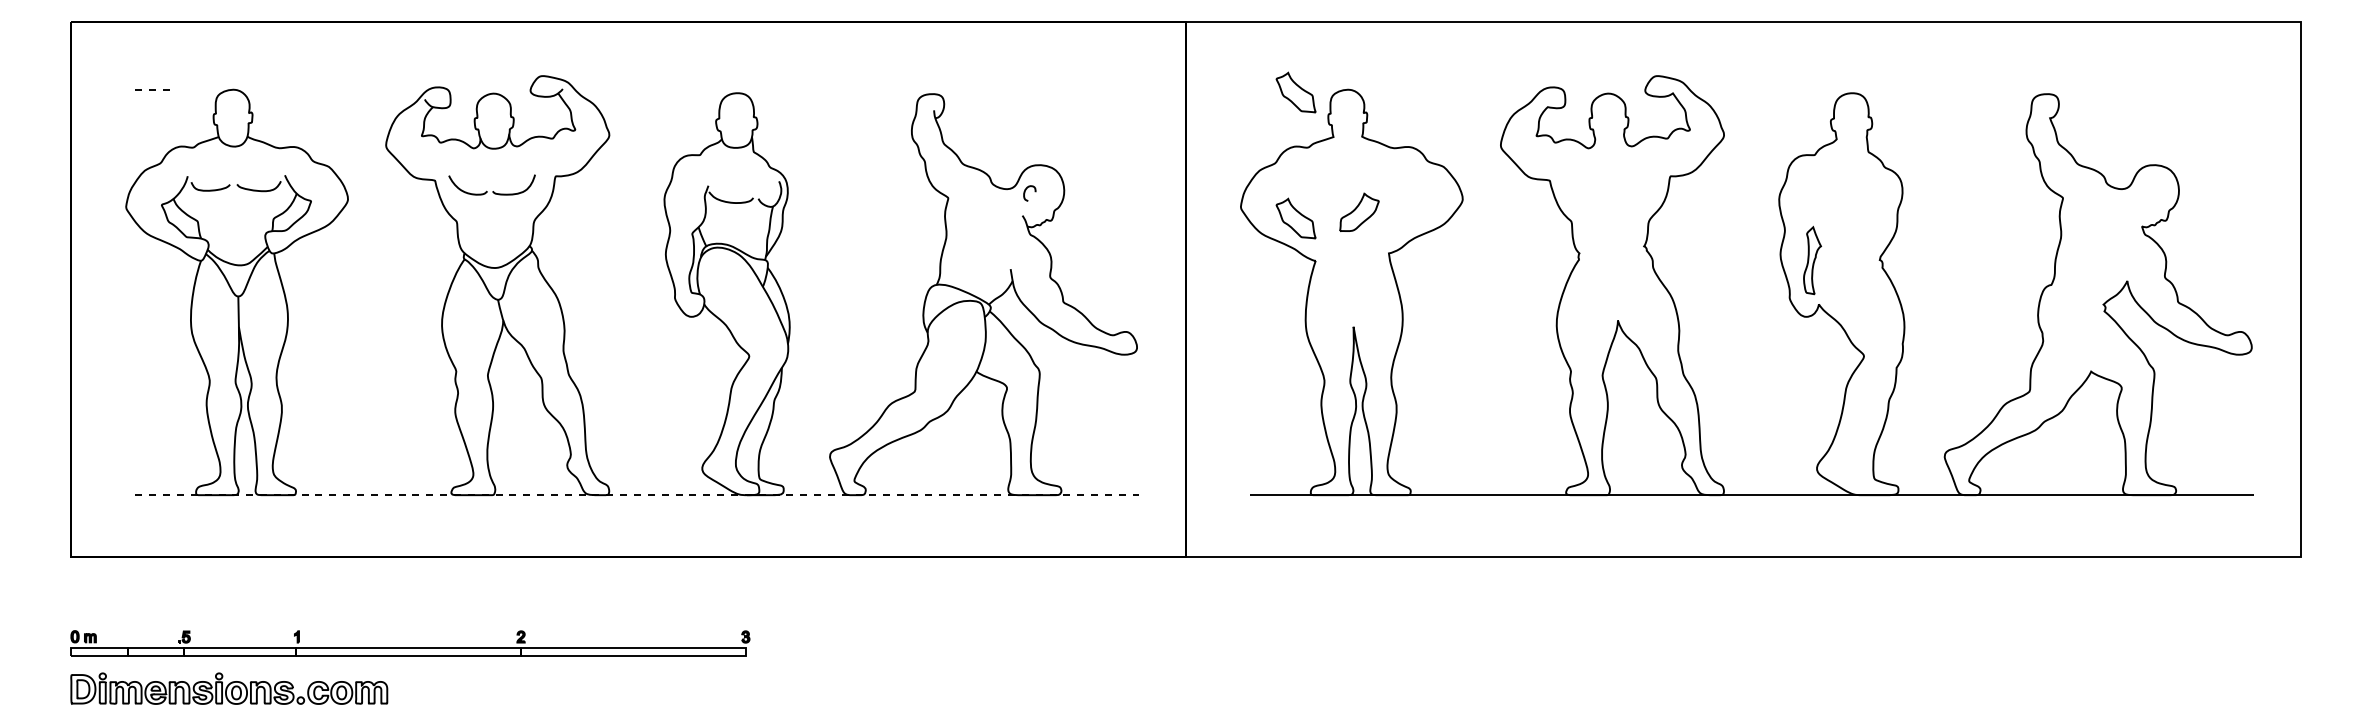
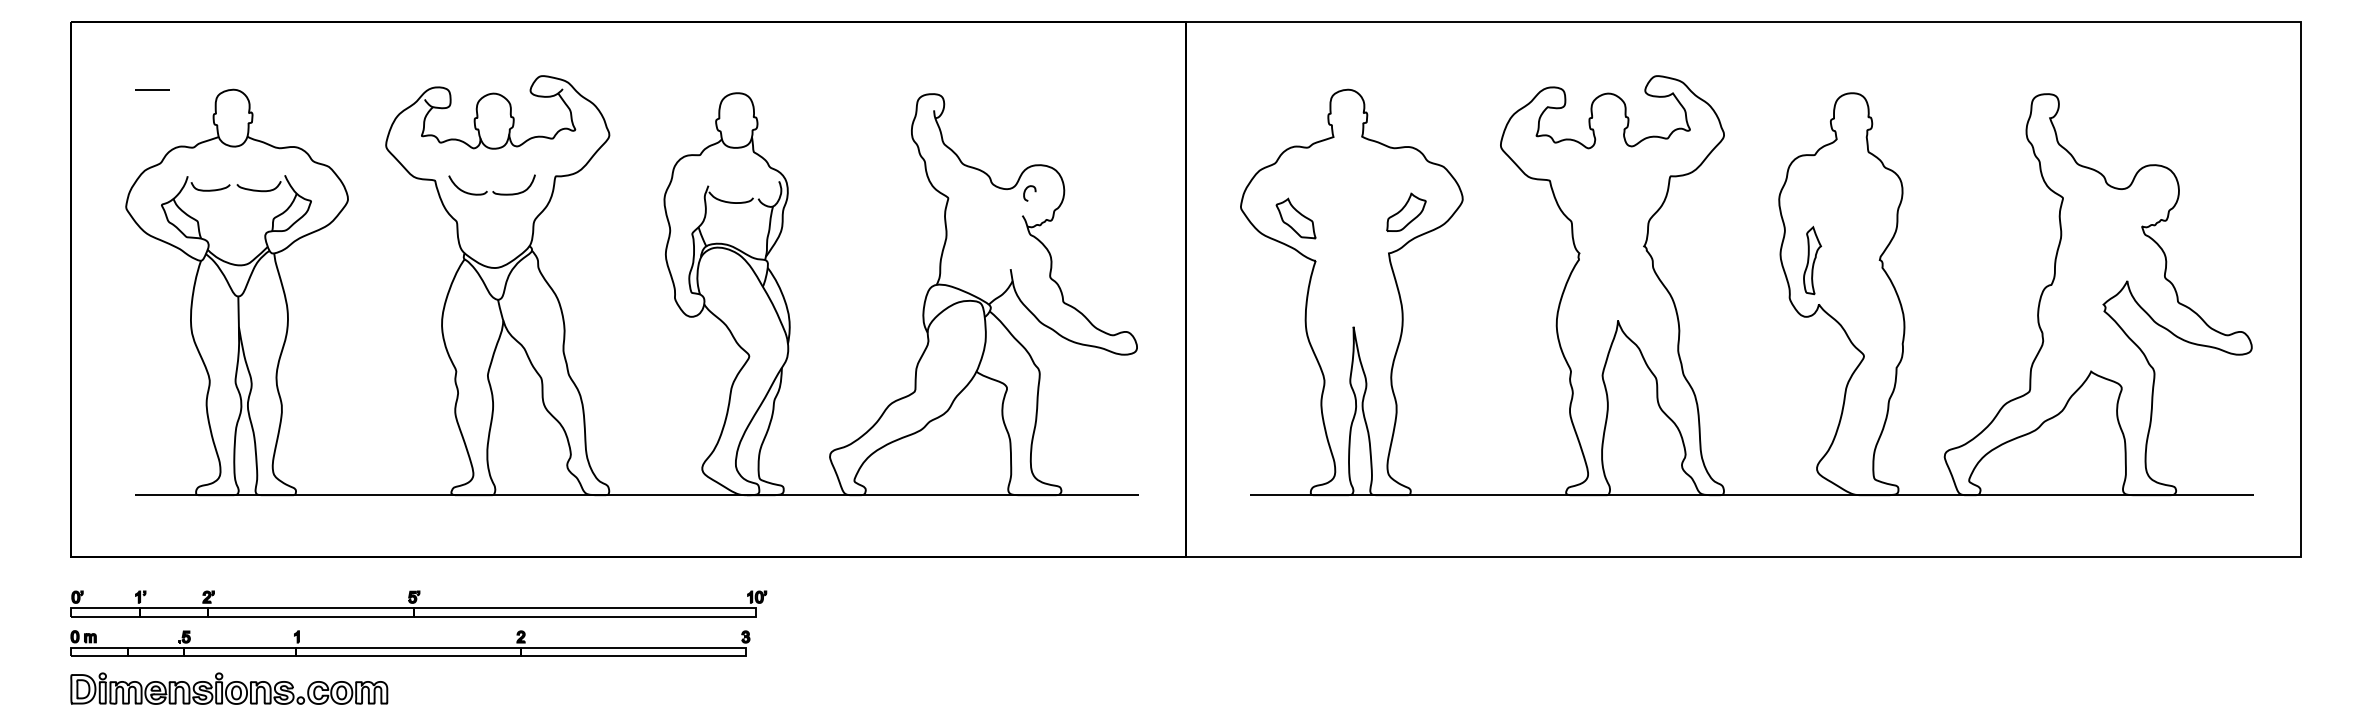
line at (153, 89): dashed -> solid
part at (1295, 92): present -> none
part at (1359, 211) position: (1359, 211) -> (1406, 211)
line at (637, 495): dashed -> solid
part at (418, 603): none -> present
